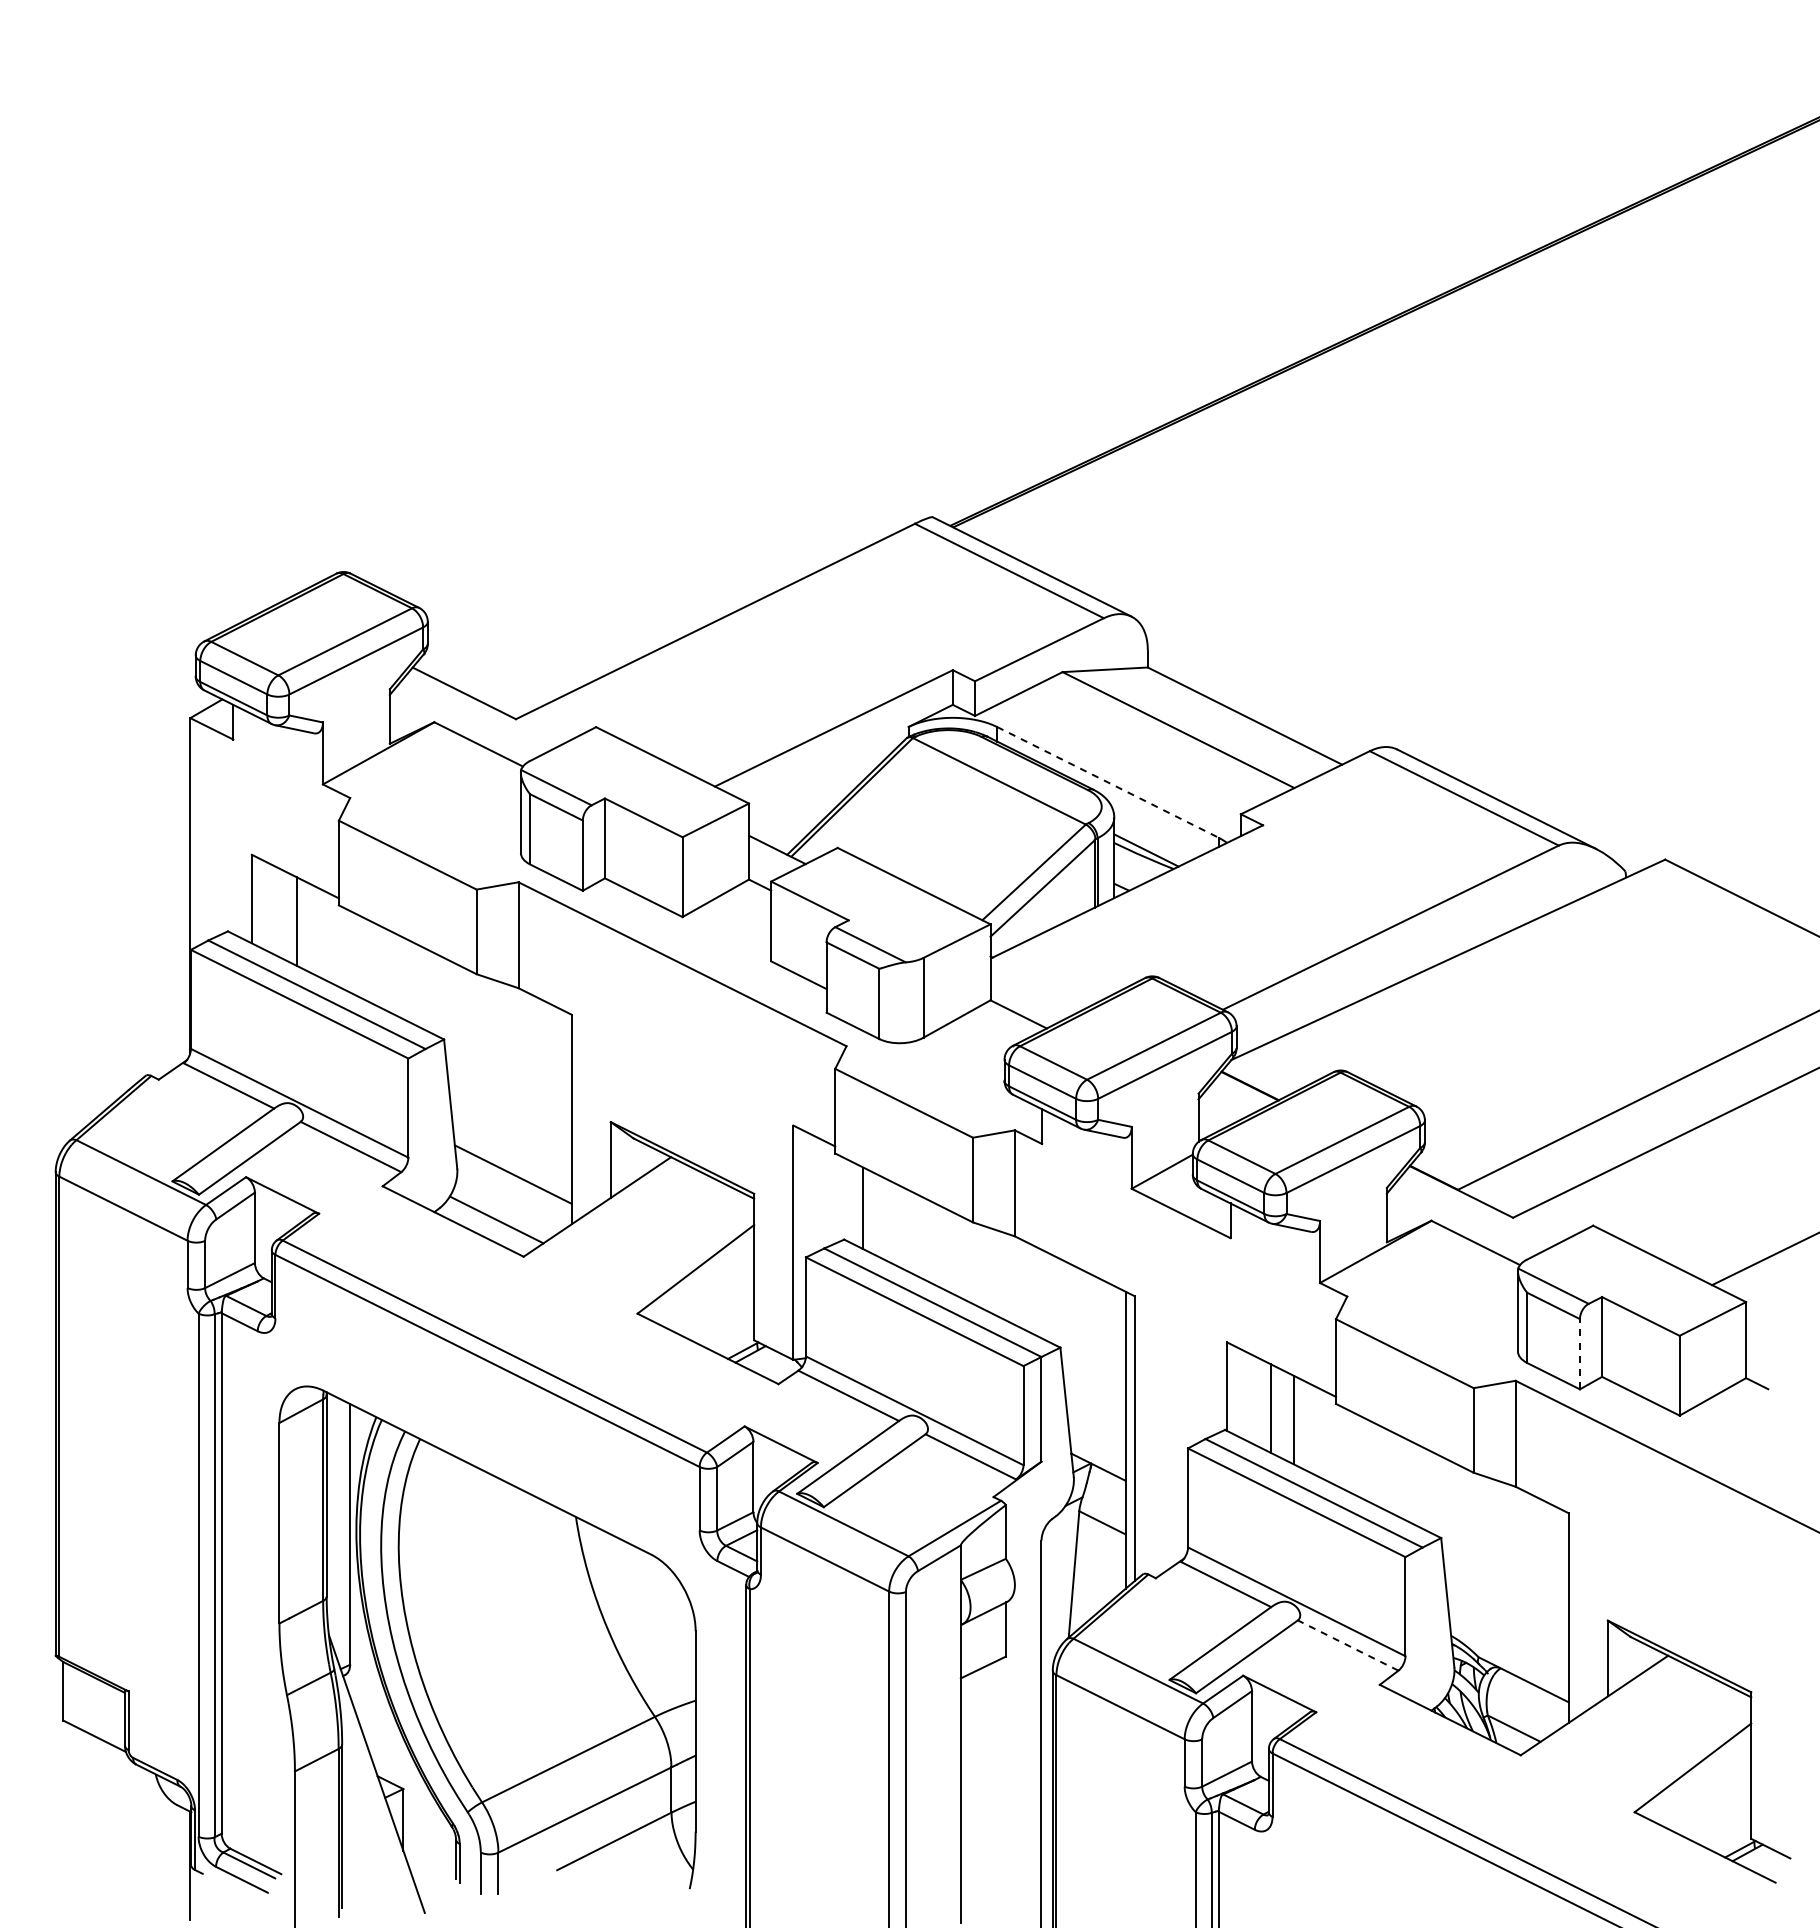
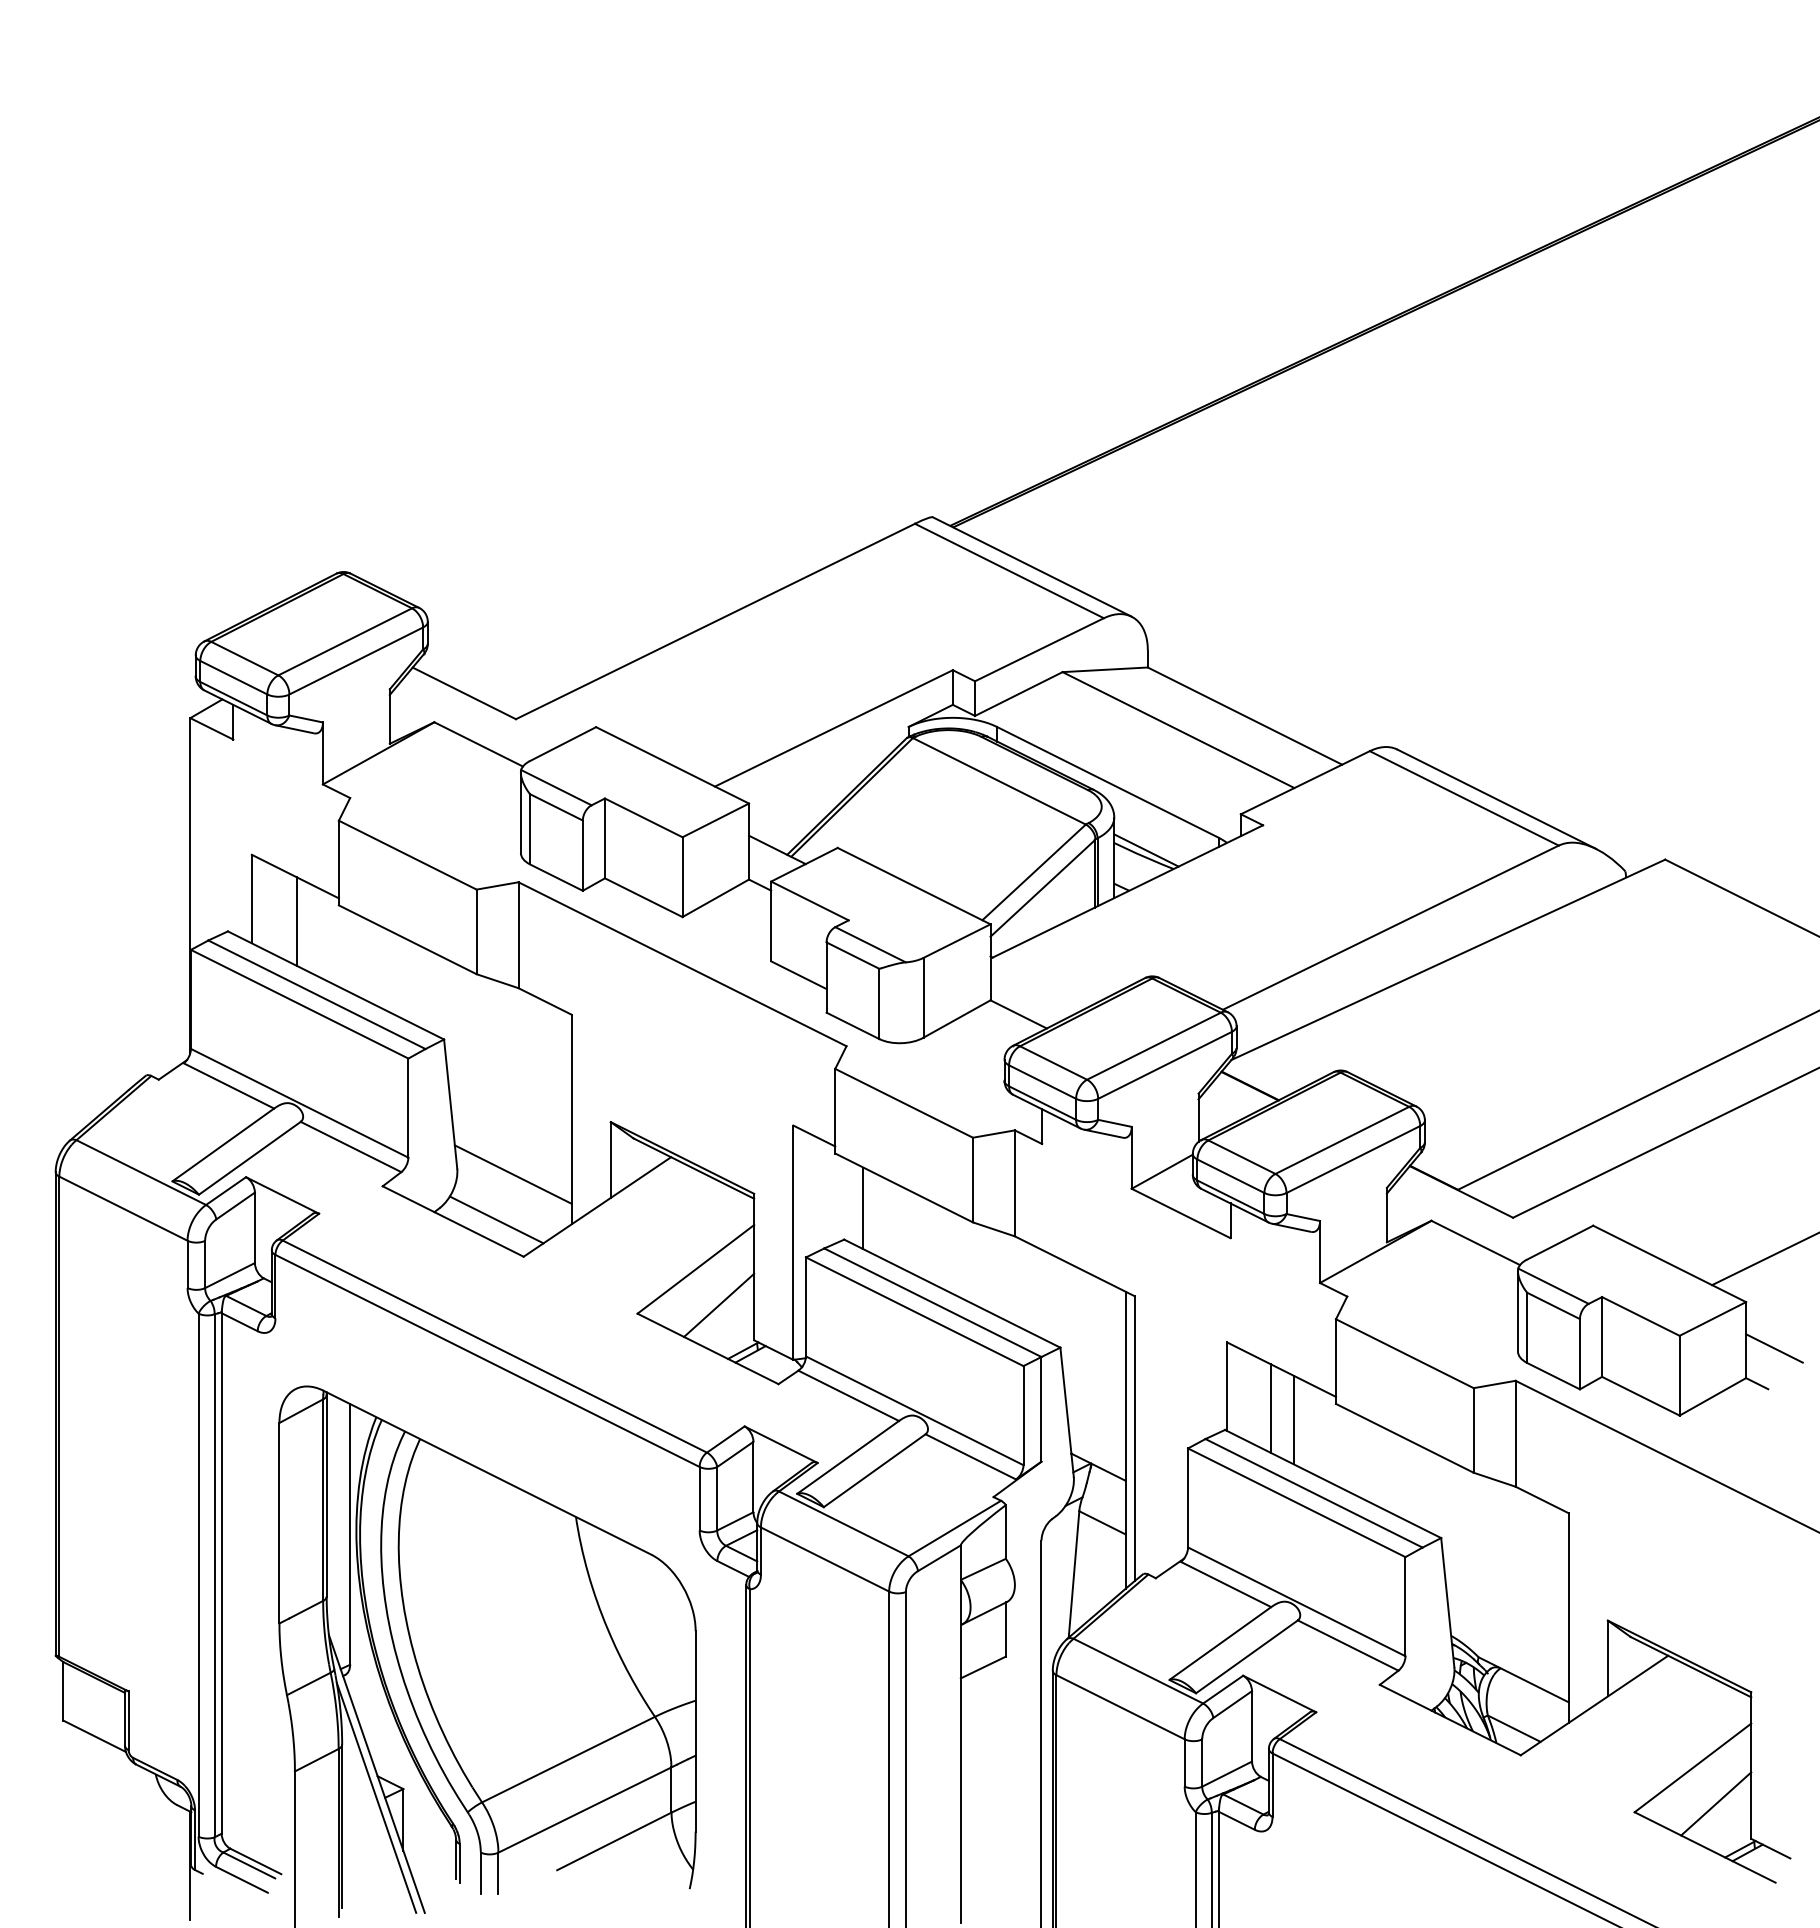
line at (1107, 782): dashed -> solid
line at (719, 1304): none -> present
line at (1774, 1348): none -> present
line at (1579, 1353): dashed -> solid
line at (1347, 1645): dashed -> solid
line at (376, 1797): none -> present
line at (1716, 1803): none -> present
